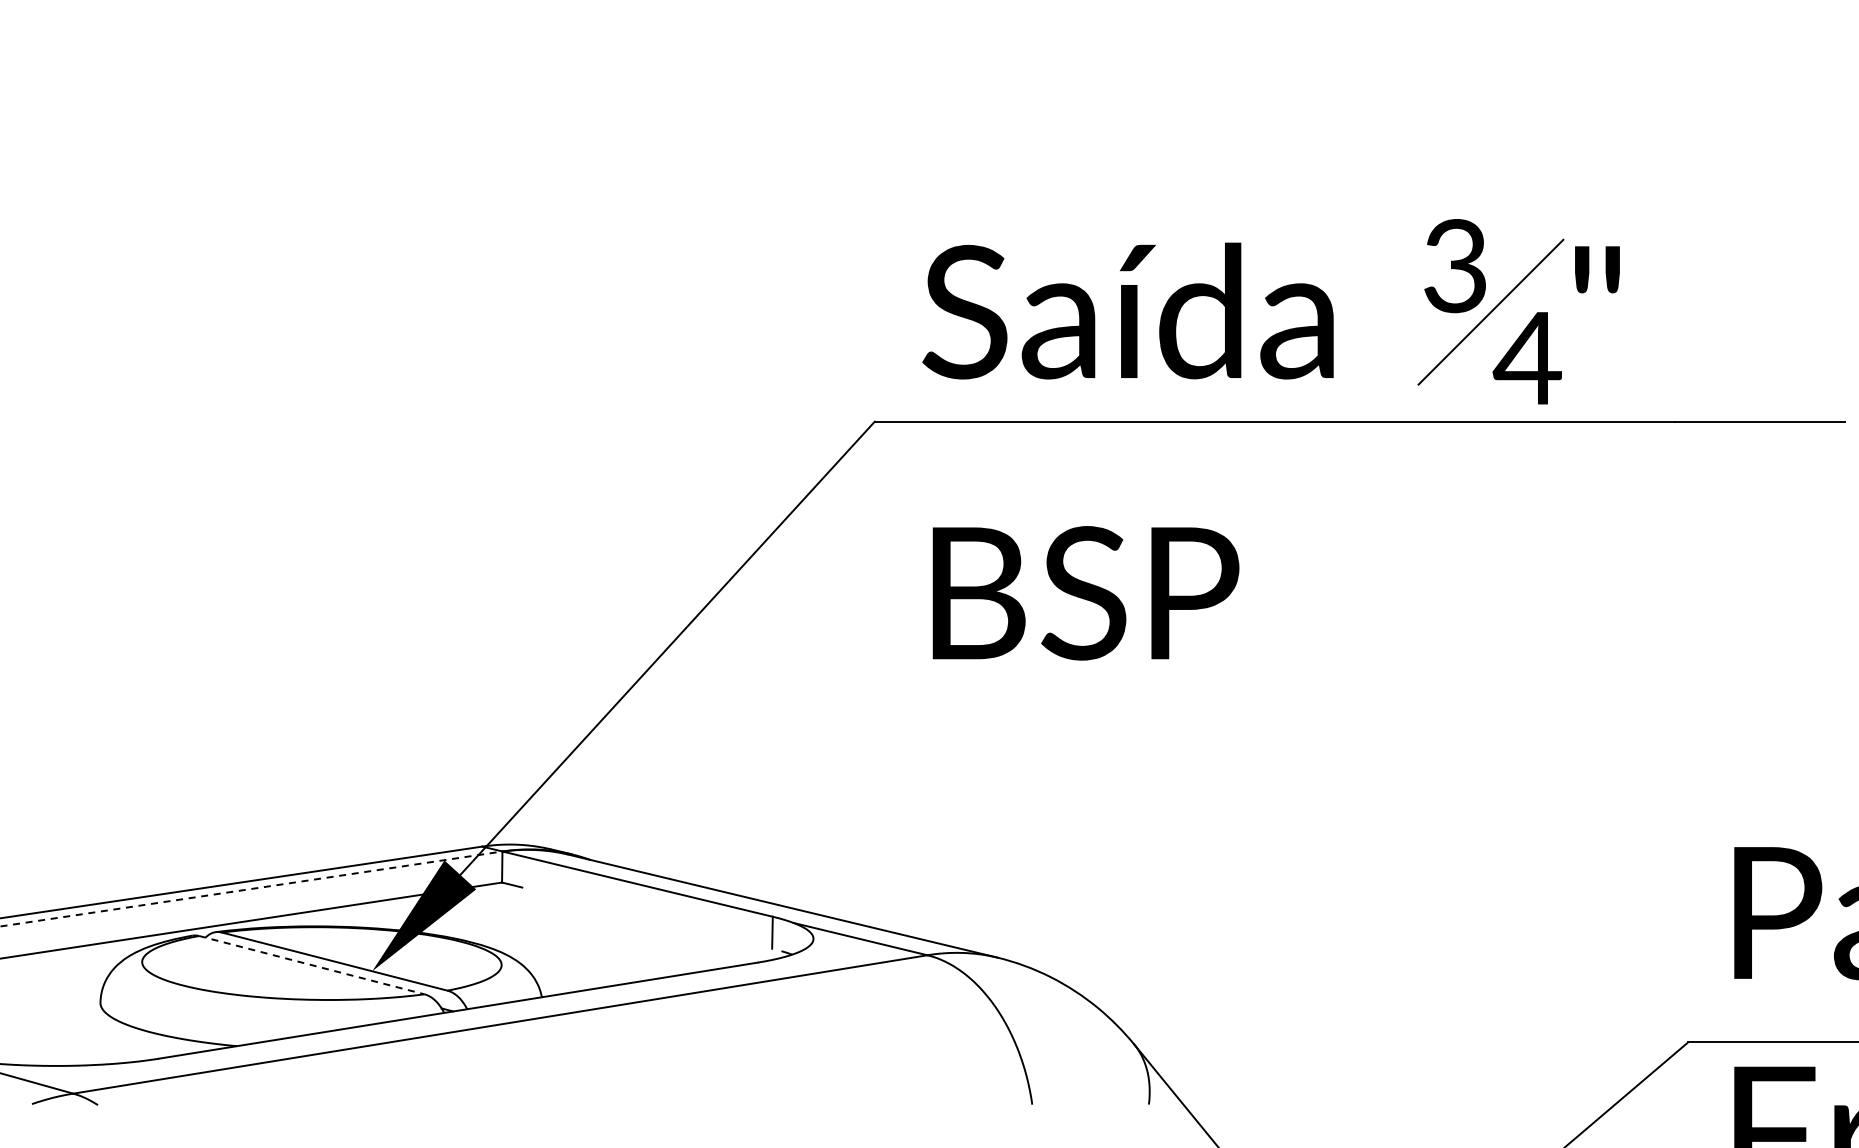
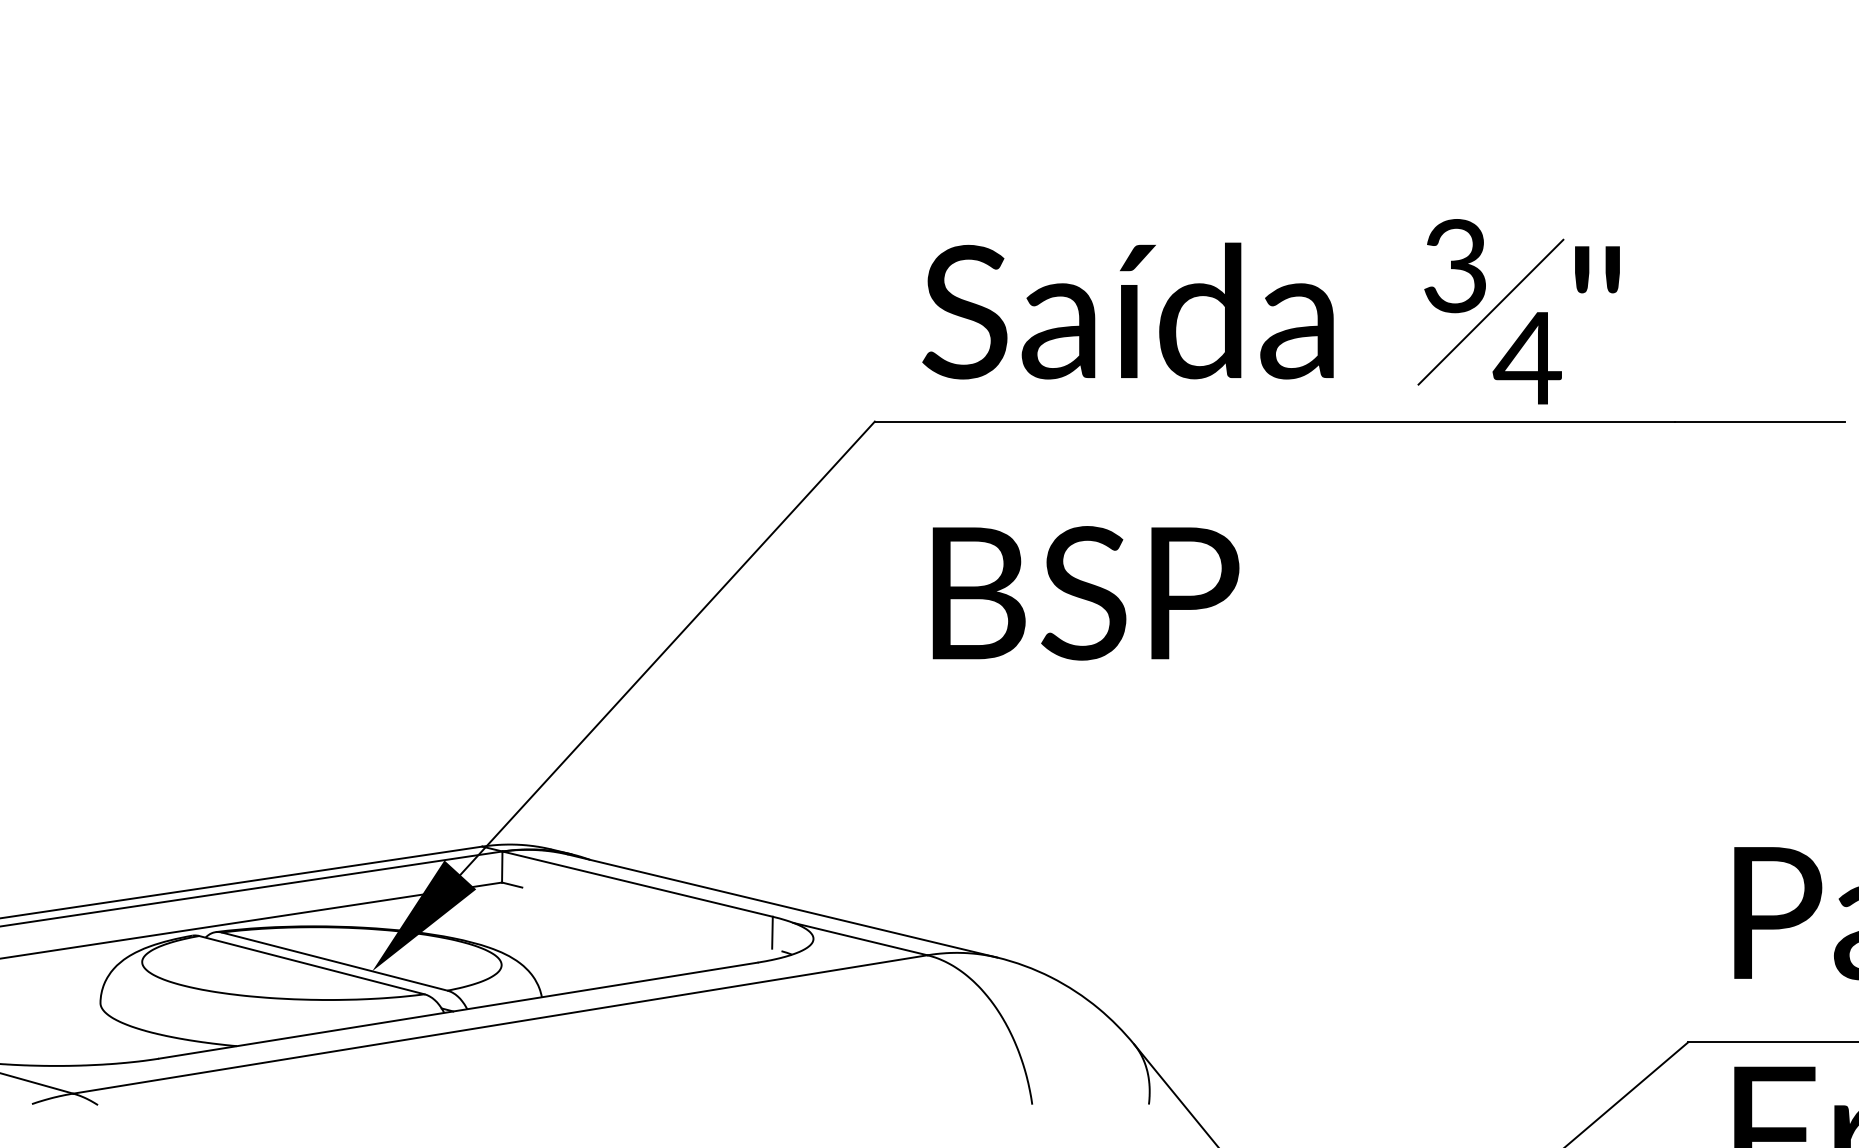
line at (251, 889): dashed -> solid
line at (312, 965): dashed -> solid
